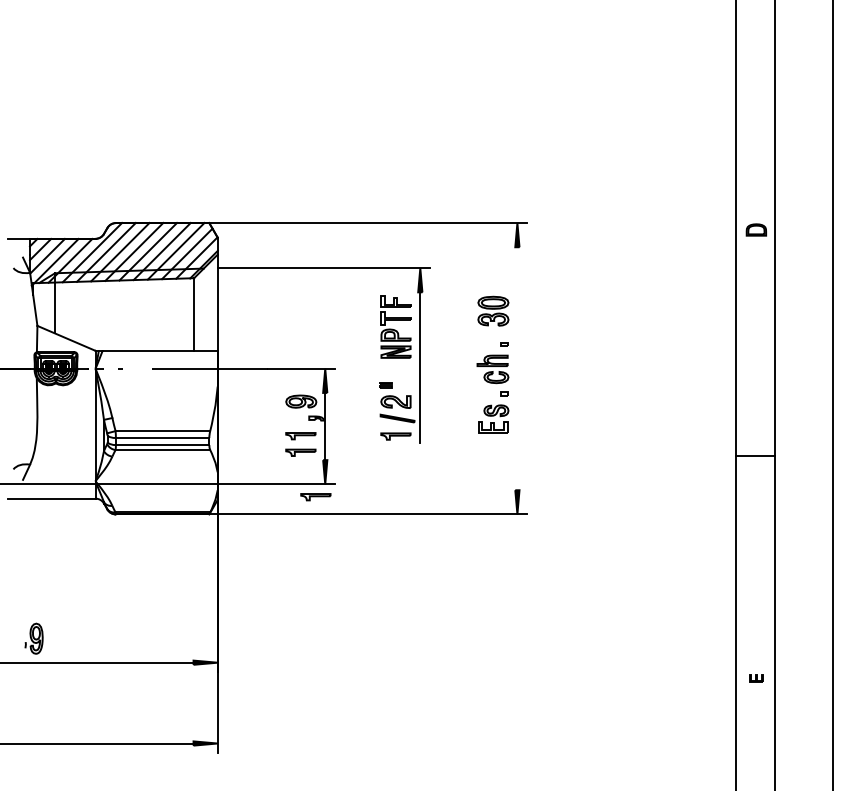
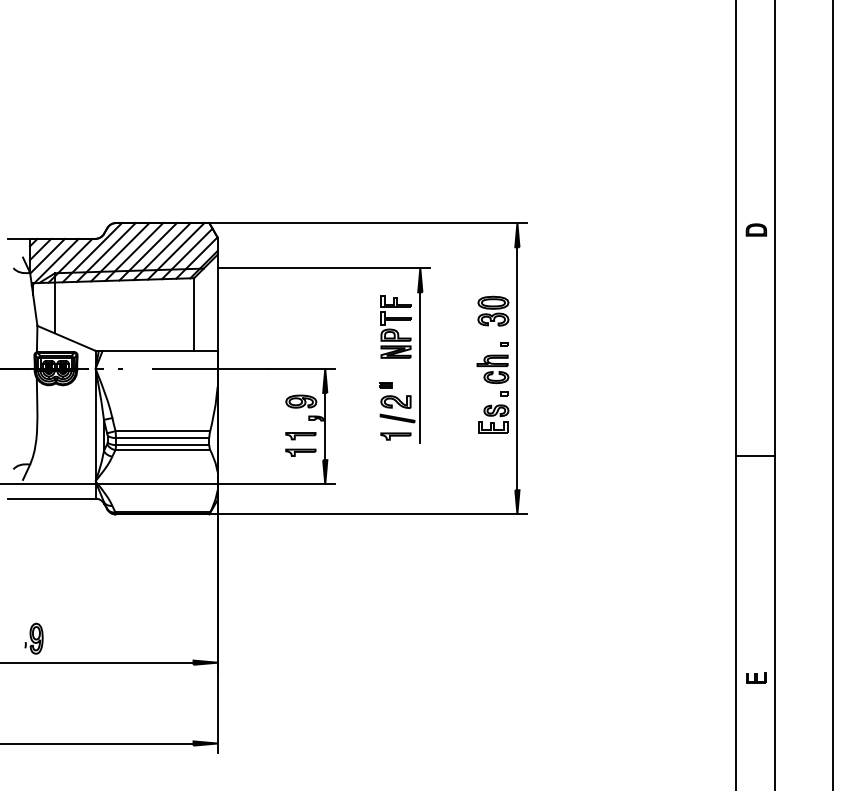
line at (517, 368): none -> present
part at (315, 497): present -> none
part at (756, 678) size: 15x9 px -> 21x12 px
